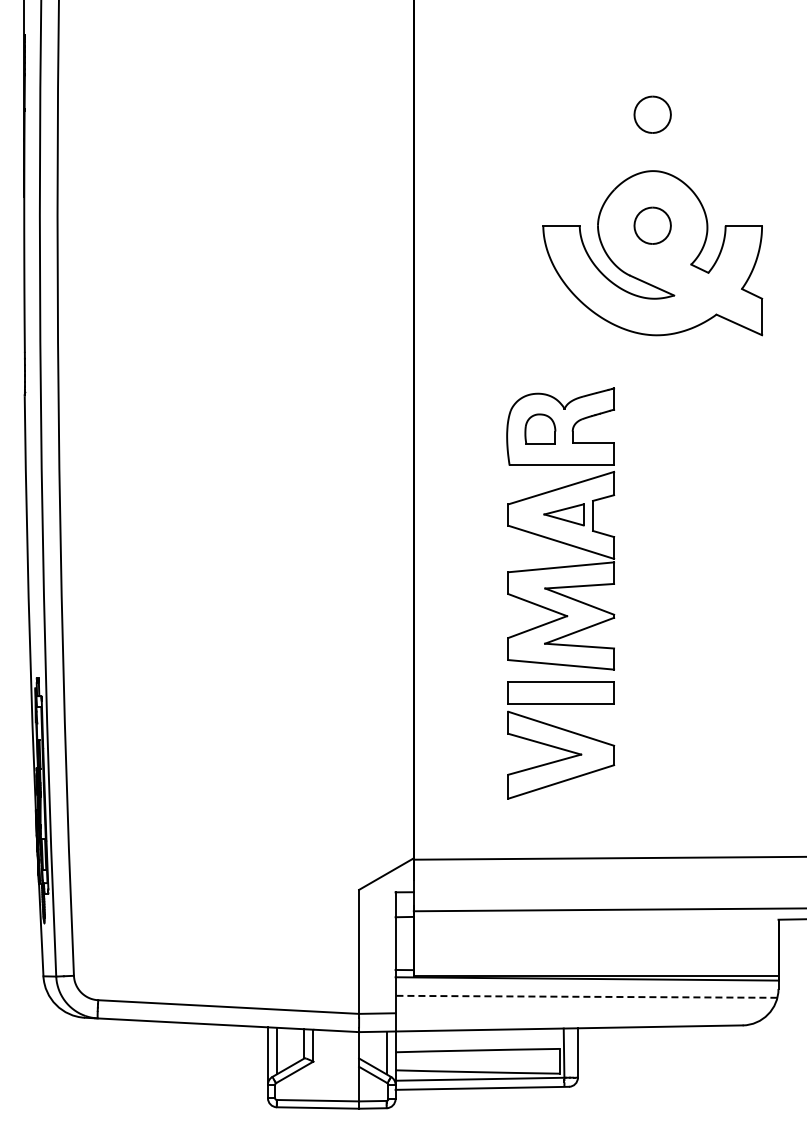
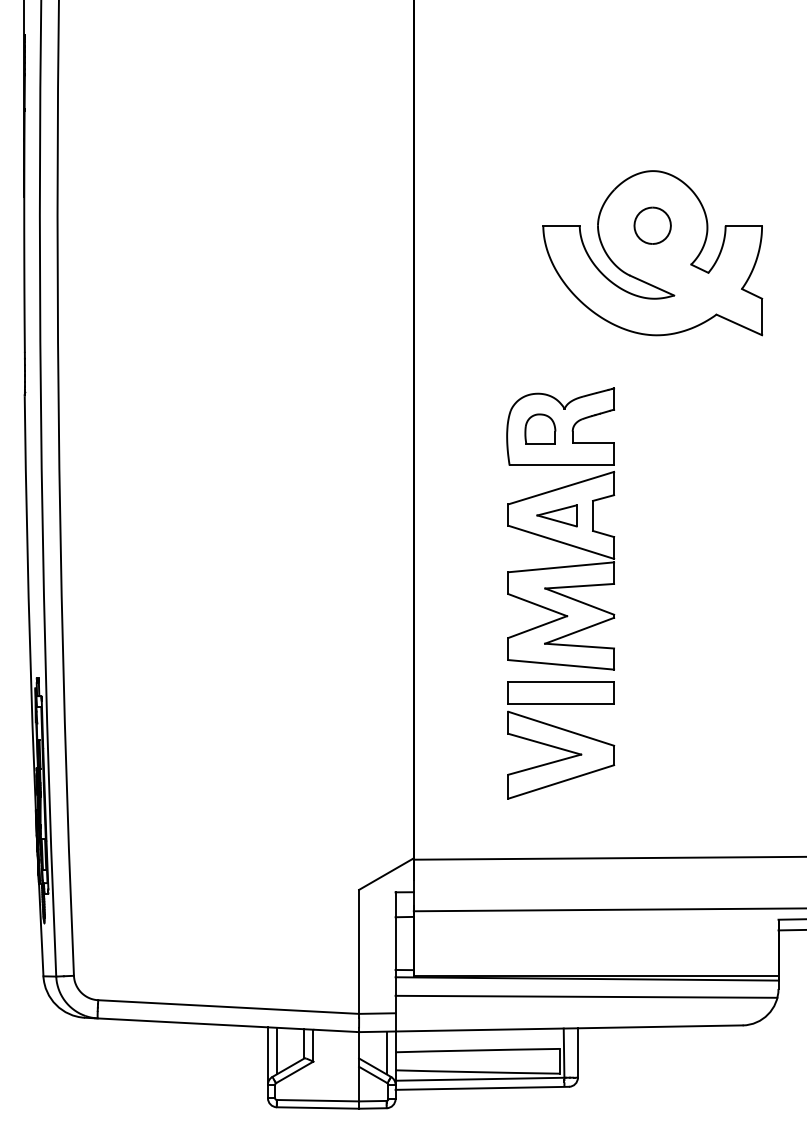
part at (652, 114): present -> none
part at (563, 514) position: (563, 514) -> (556, 515)
line at (790, 929): none -> present
line at (586, 996): dashed -> solid
